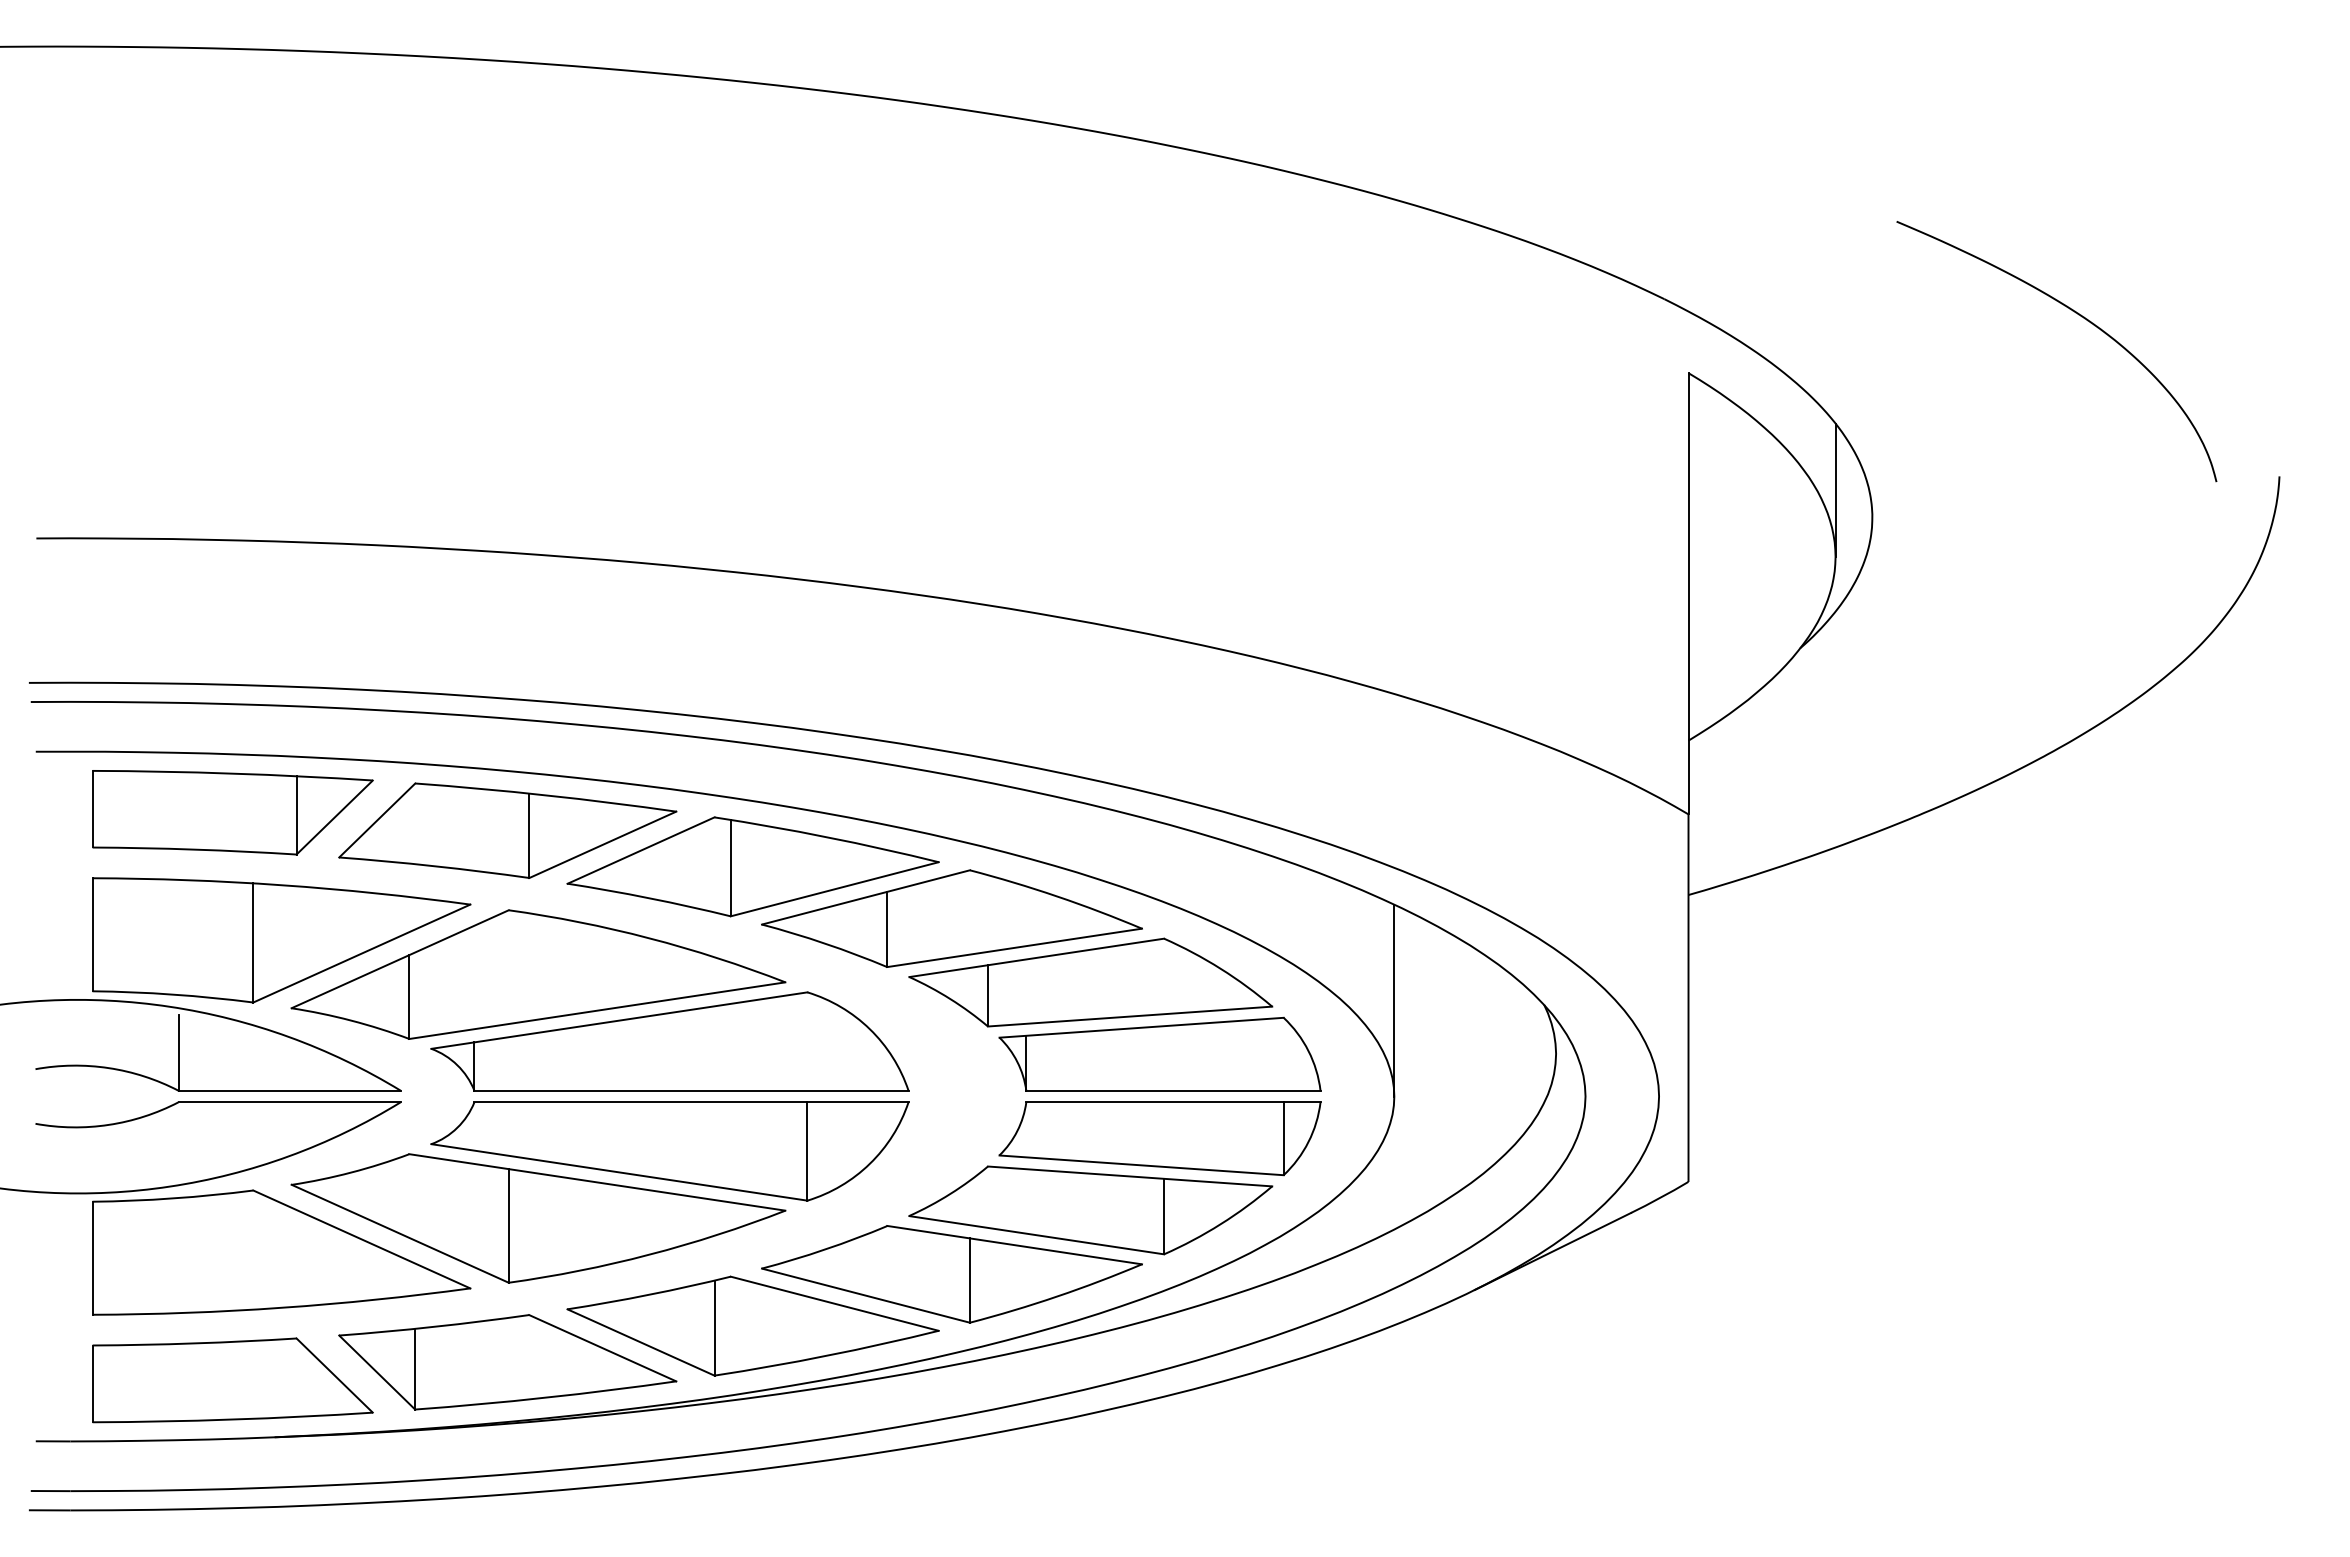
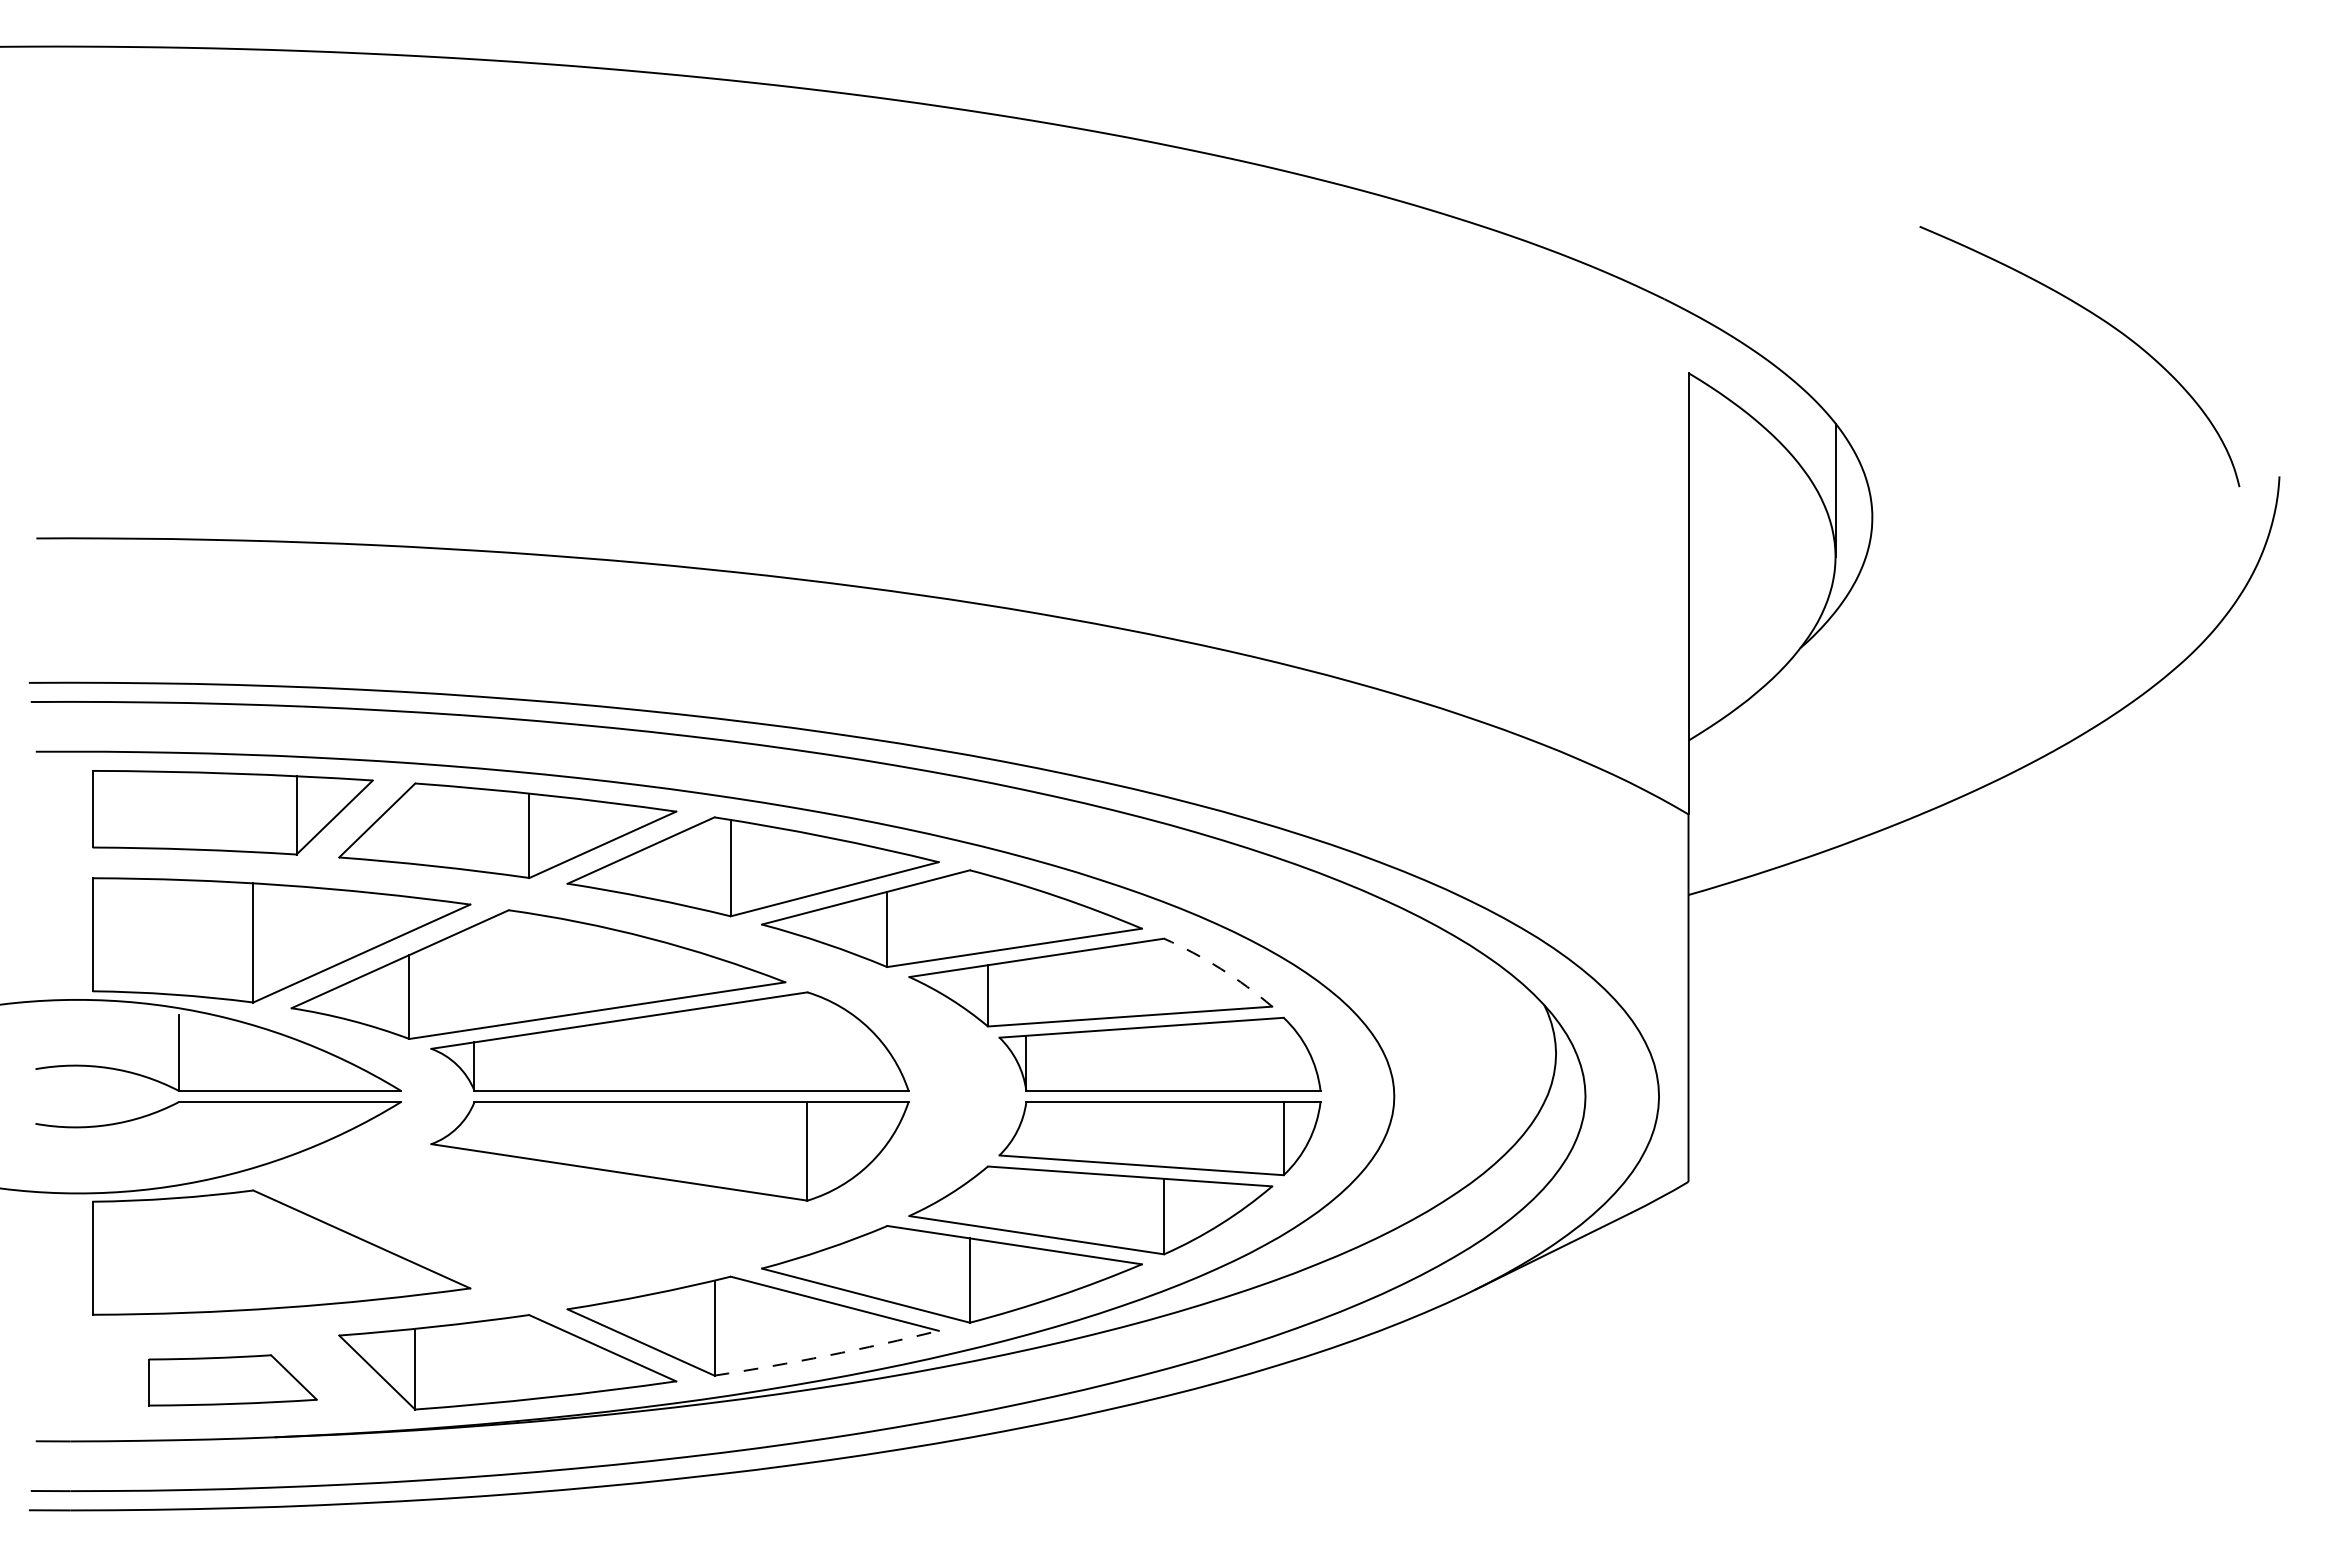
curve at (2078, 315) position: (2078, 315) -> (2101, 320)
arc at (1220, 968): solid -> dashed
line at (1394, 1000): present -> none
part at (538, 1218): present -> none
arc at (827, 1355): solid -> dashed
part at (232, 1380) size: 282x87 px -> 170x53 px
